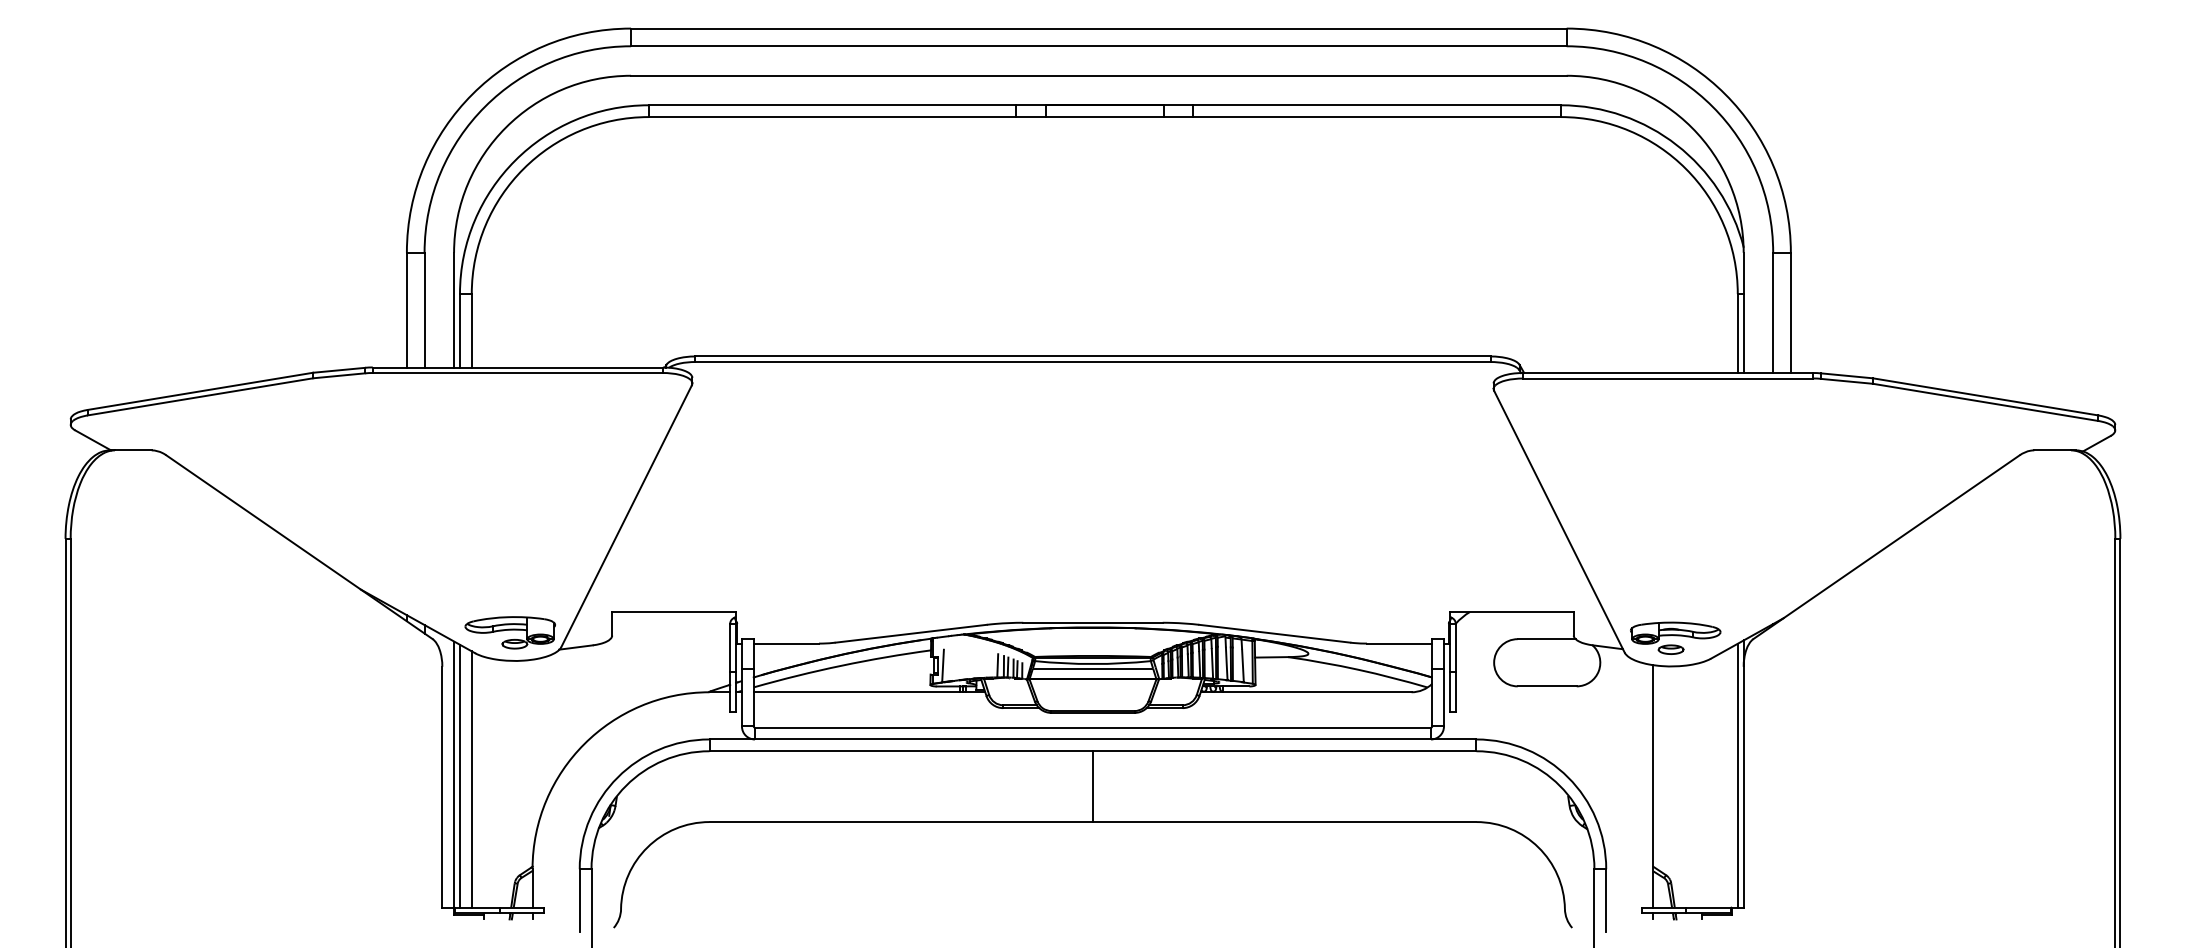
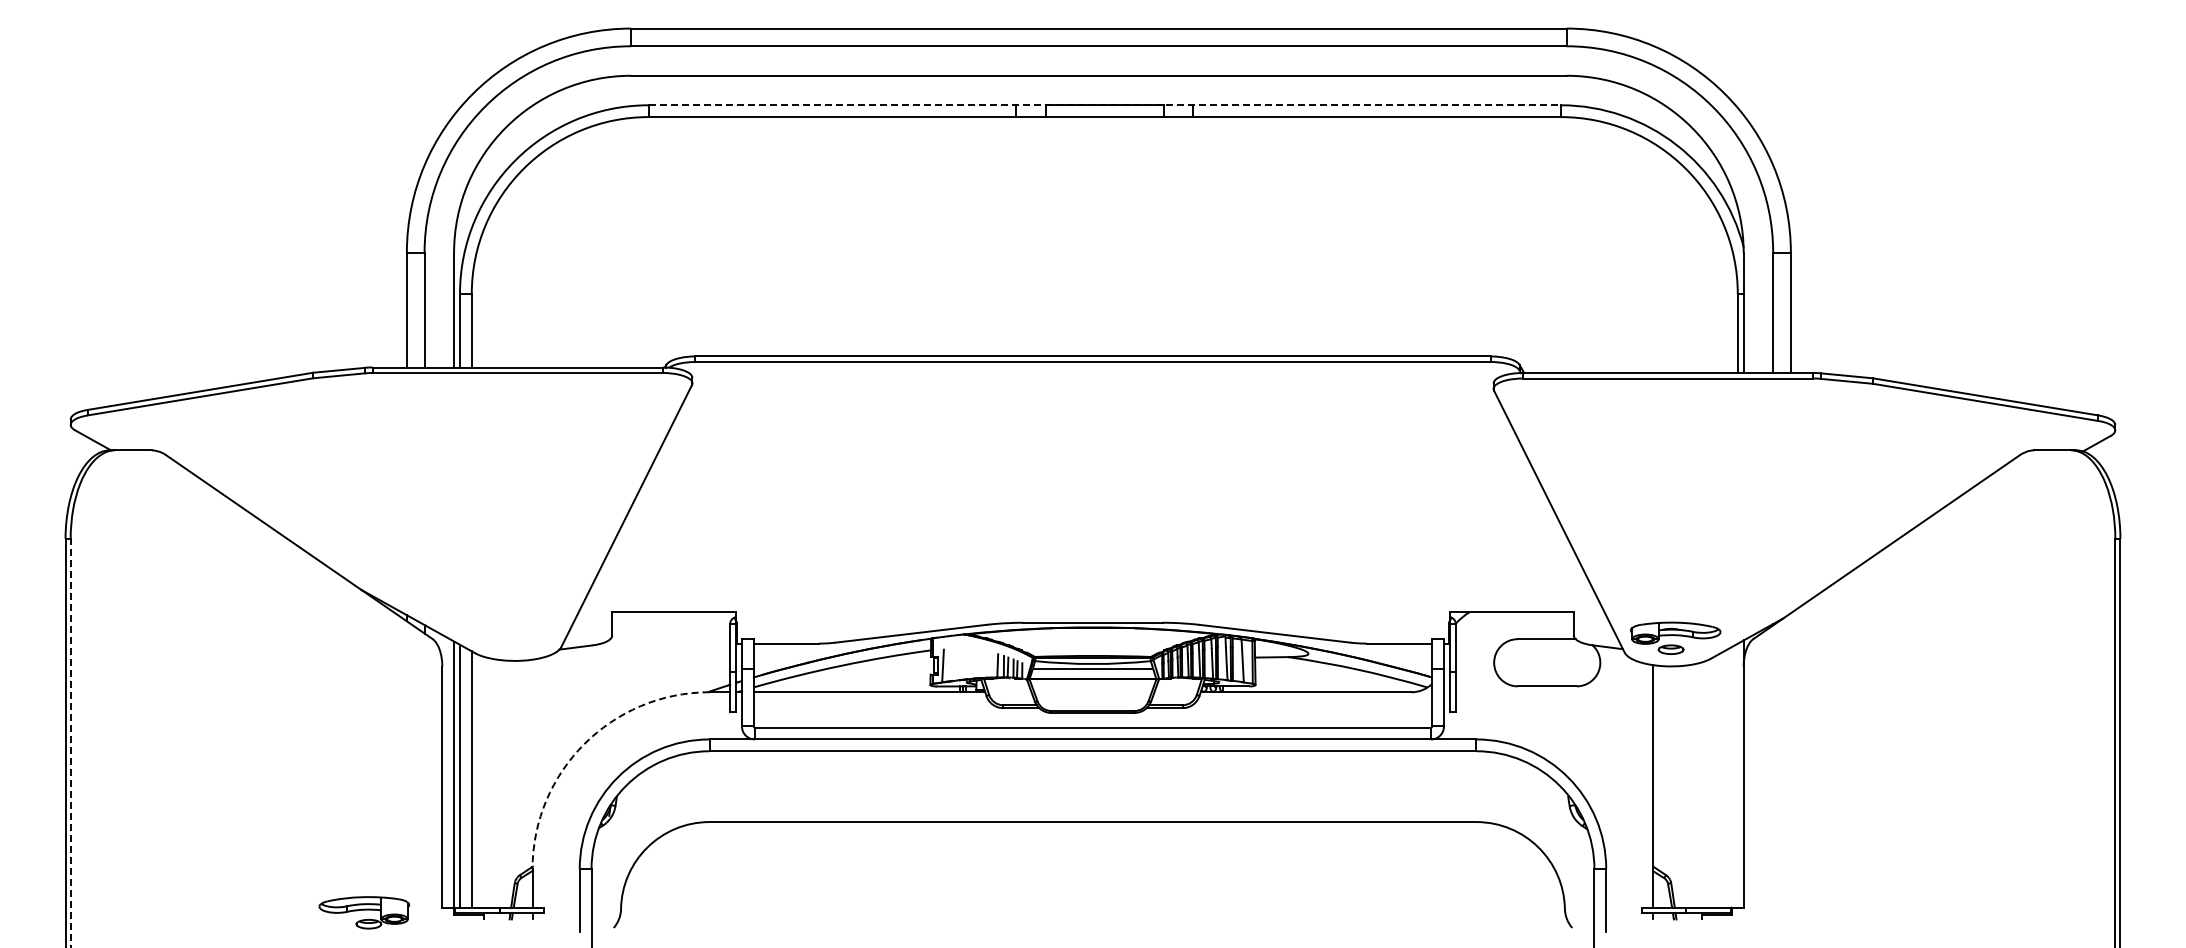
line at (1105, 105): solid -> dashed
part at (509, 632) position: (509, 632) -> (363, 912)
line at (70, 742): solid -> dashed
arc at (584, 744): solid -> dashed
line at (1737, 775): present -> none
line at (1092, 786): present -> none
